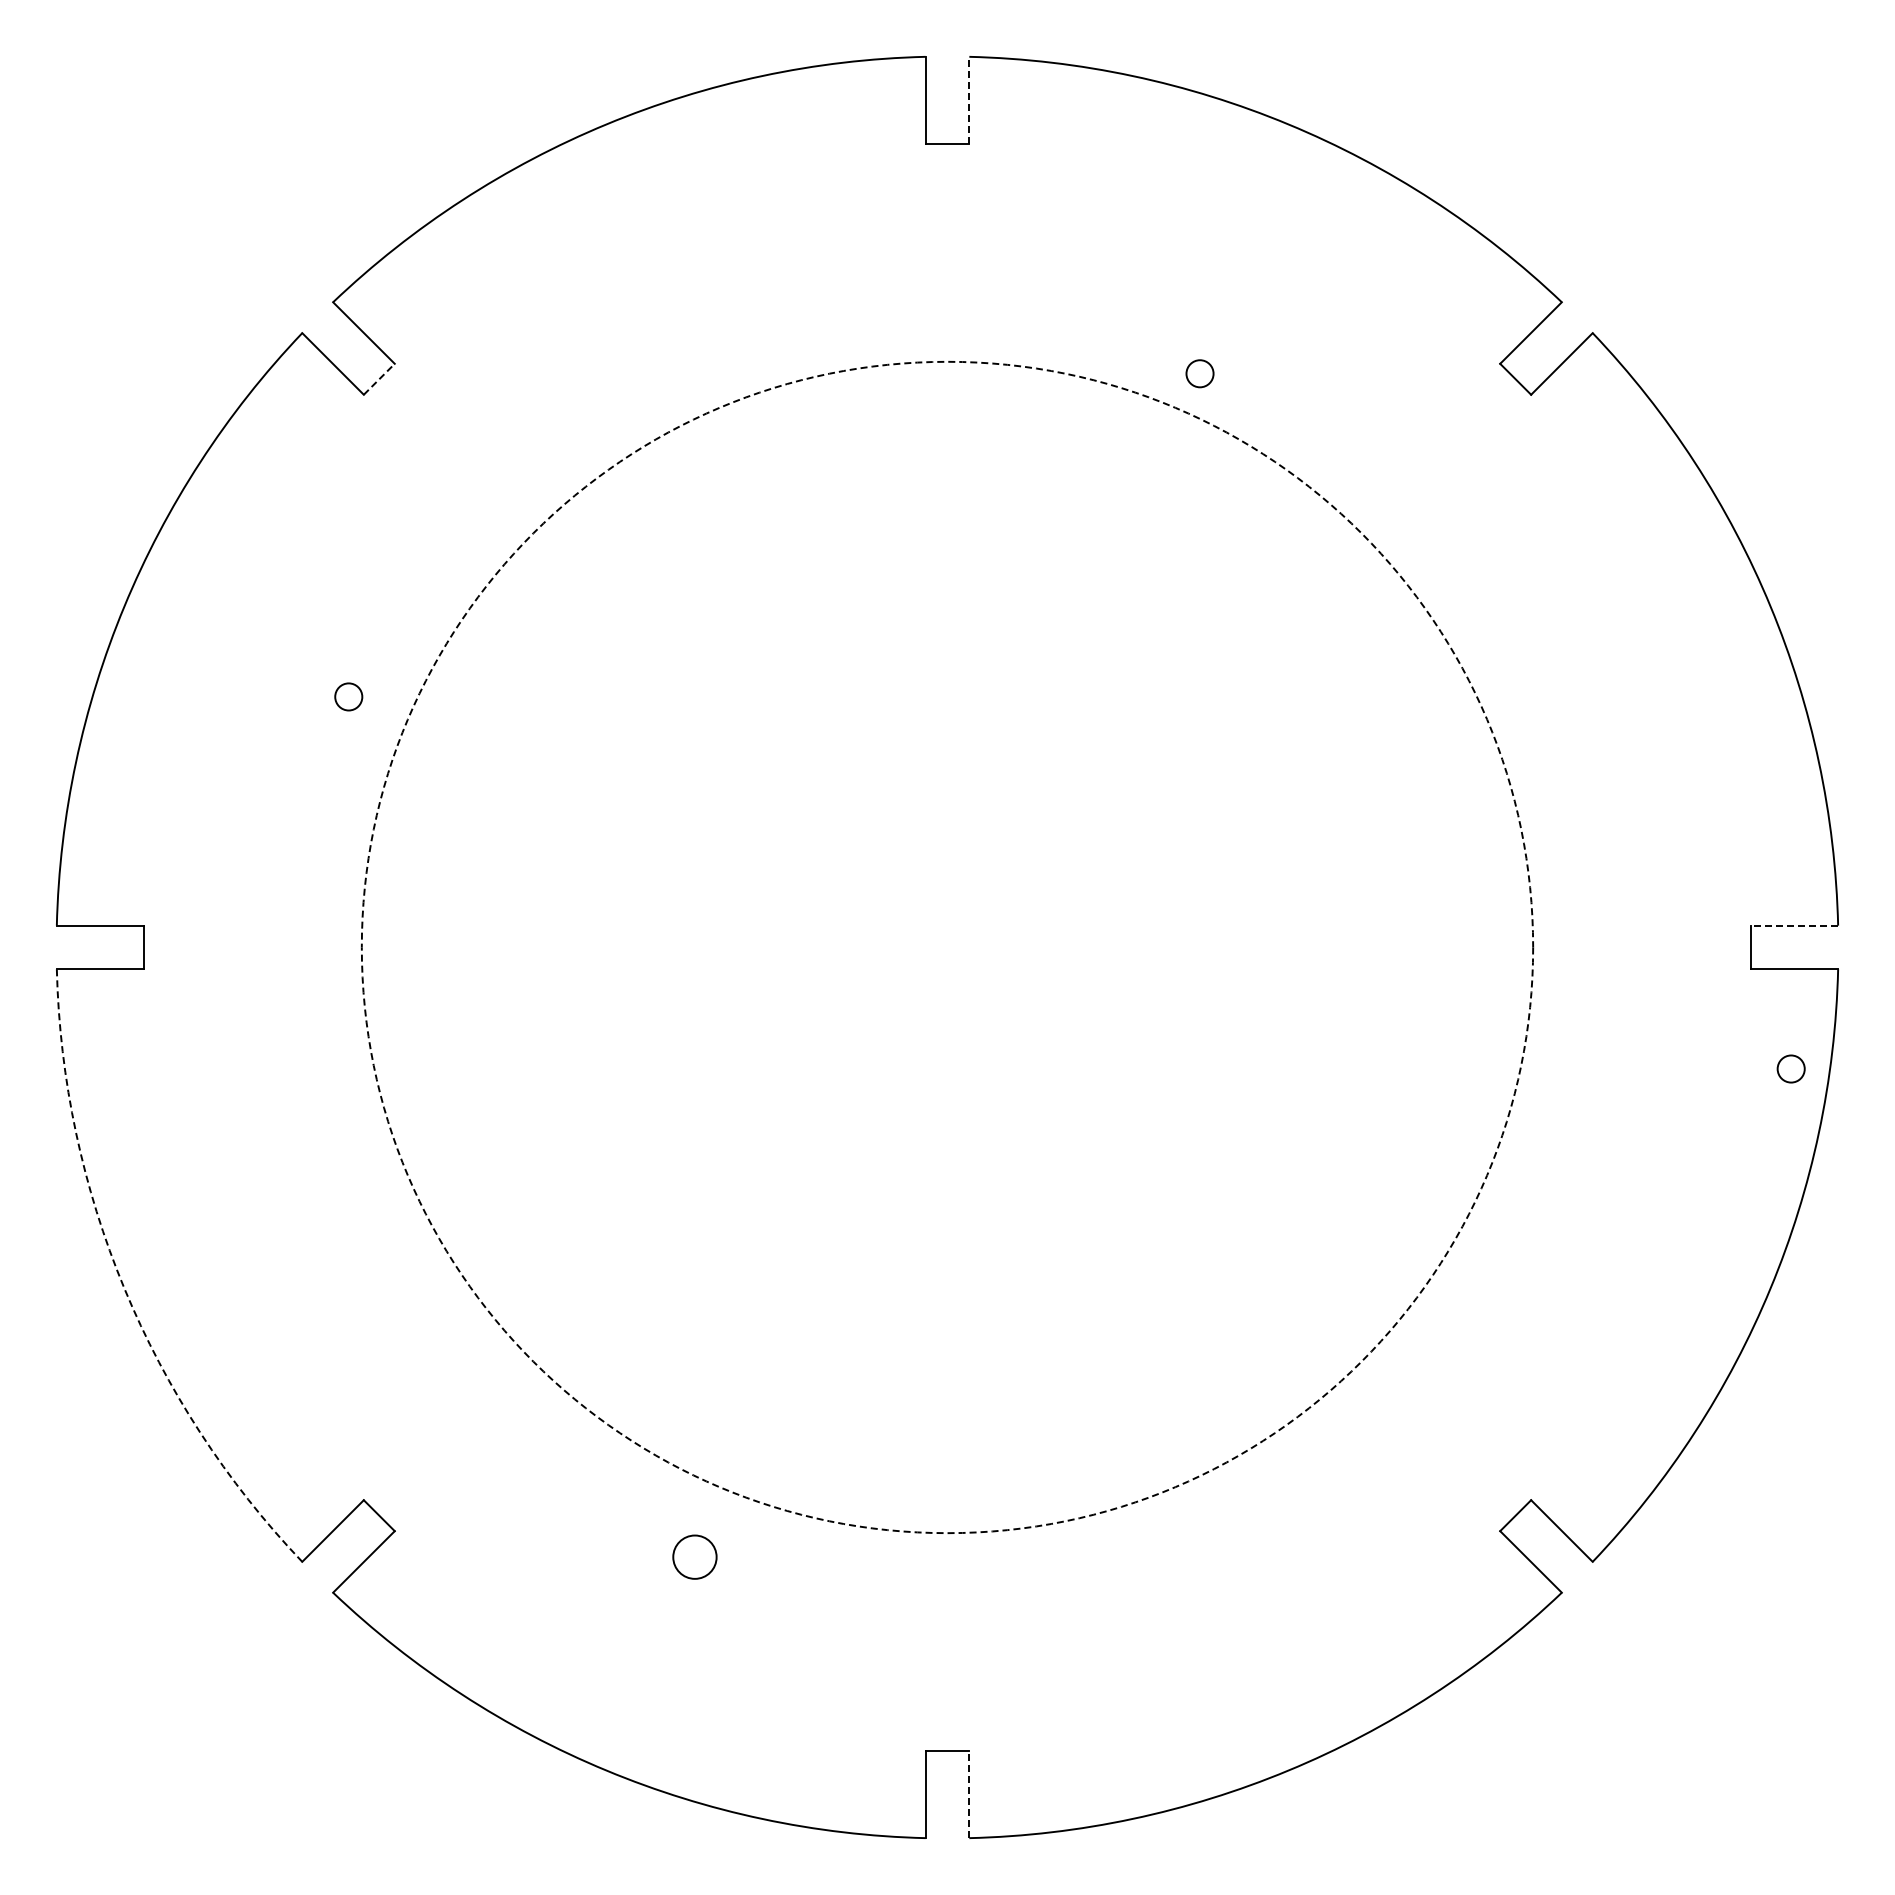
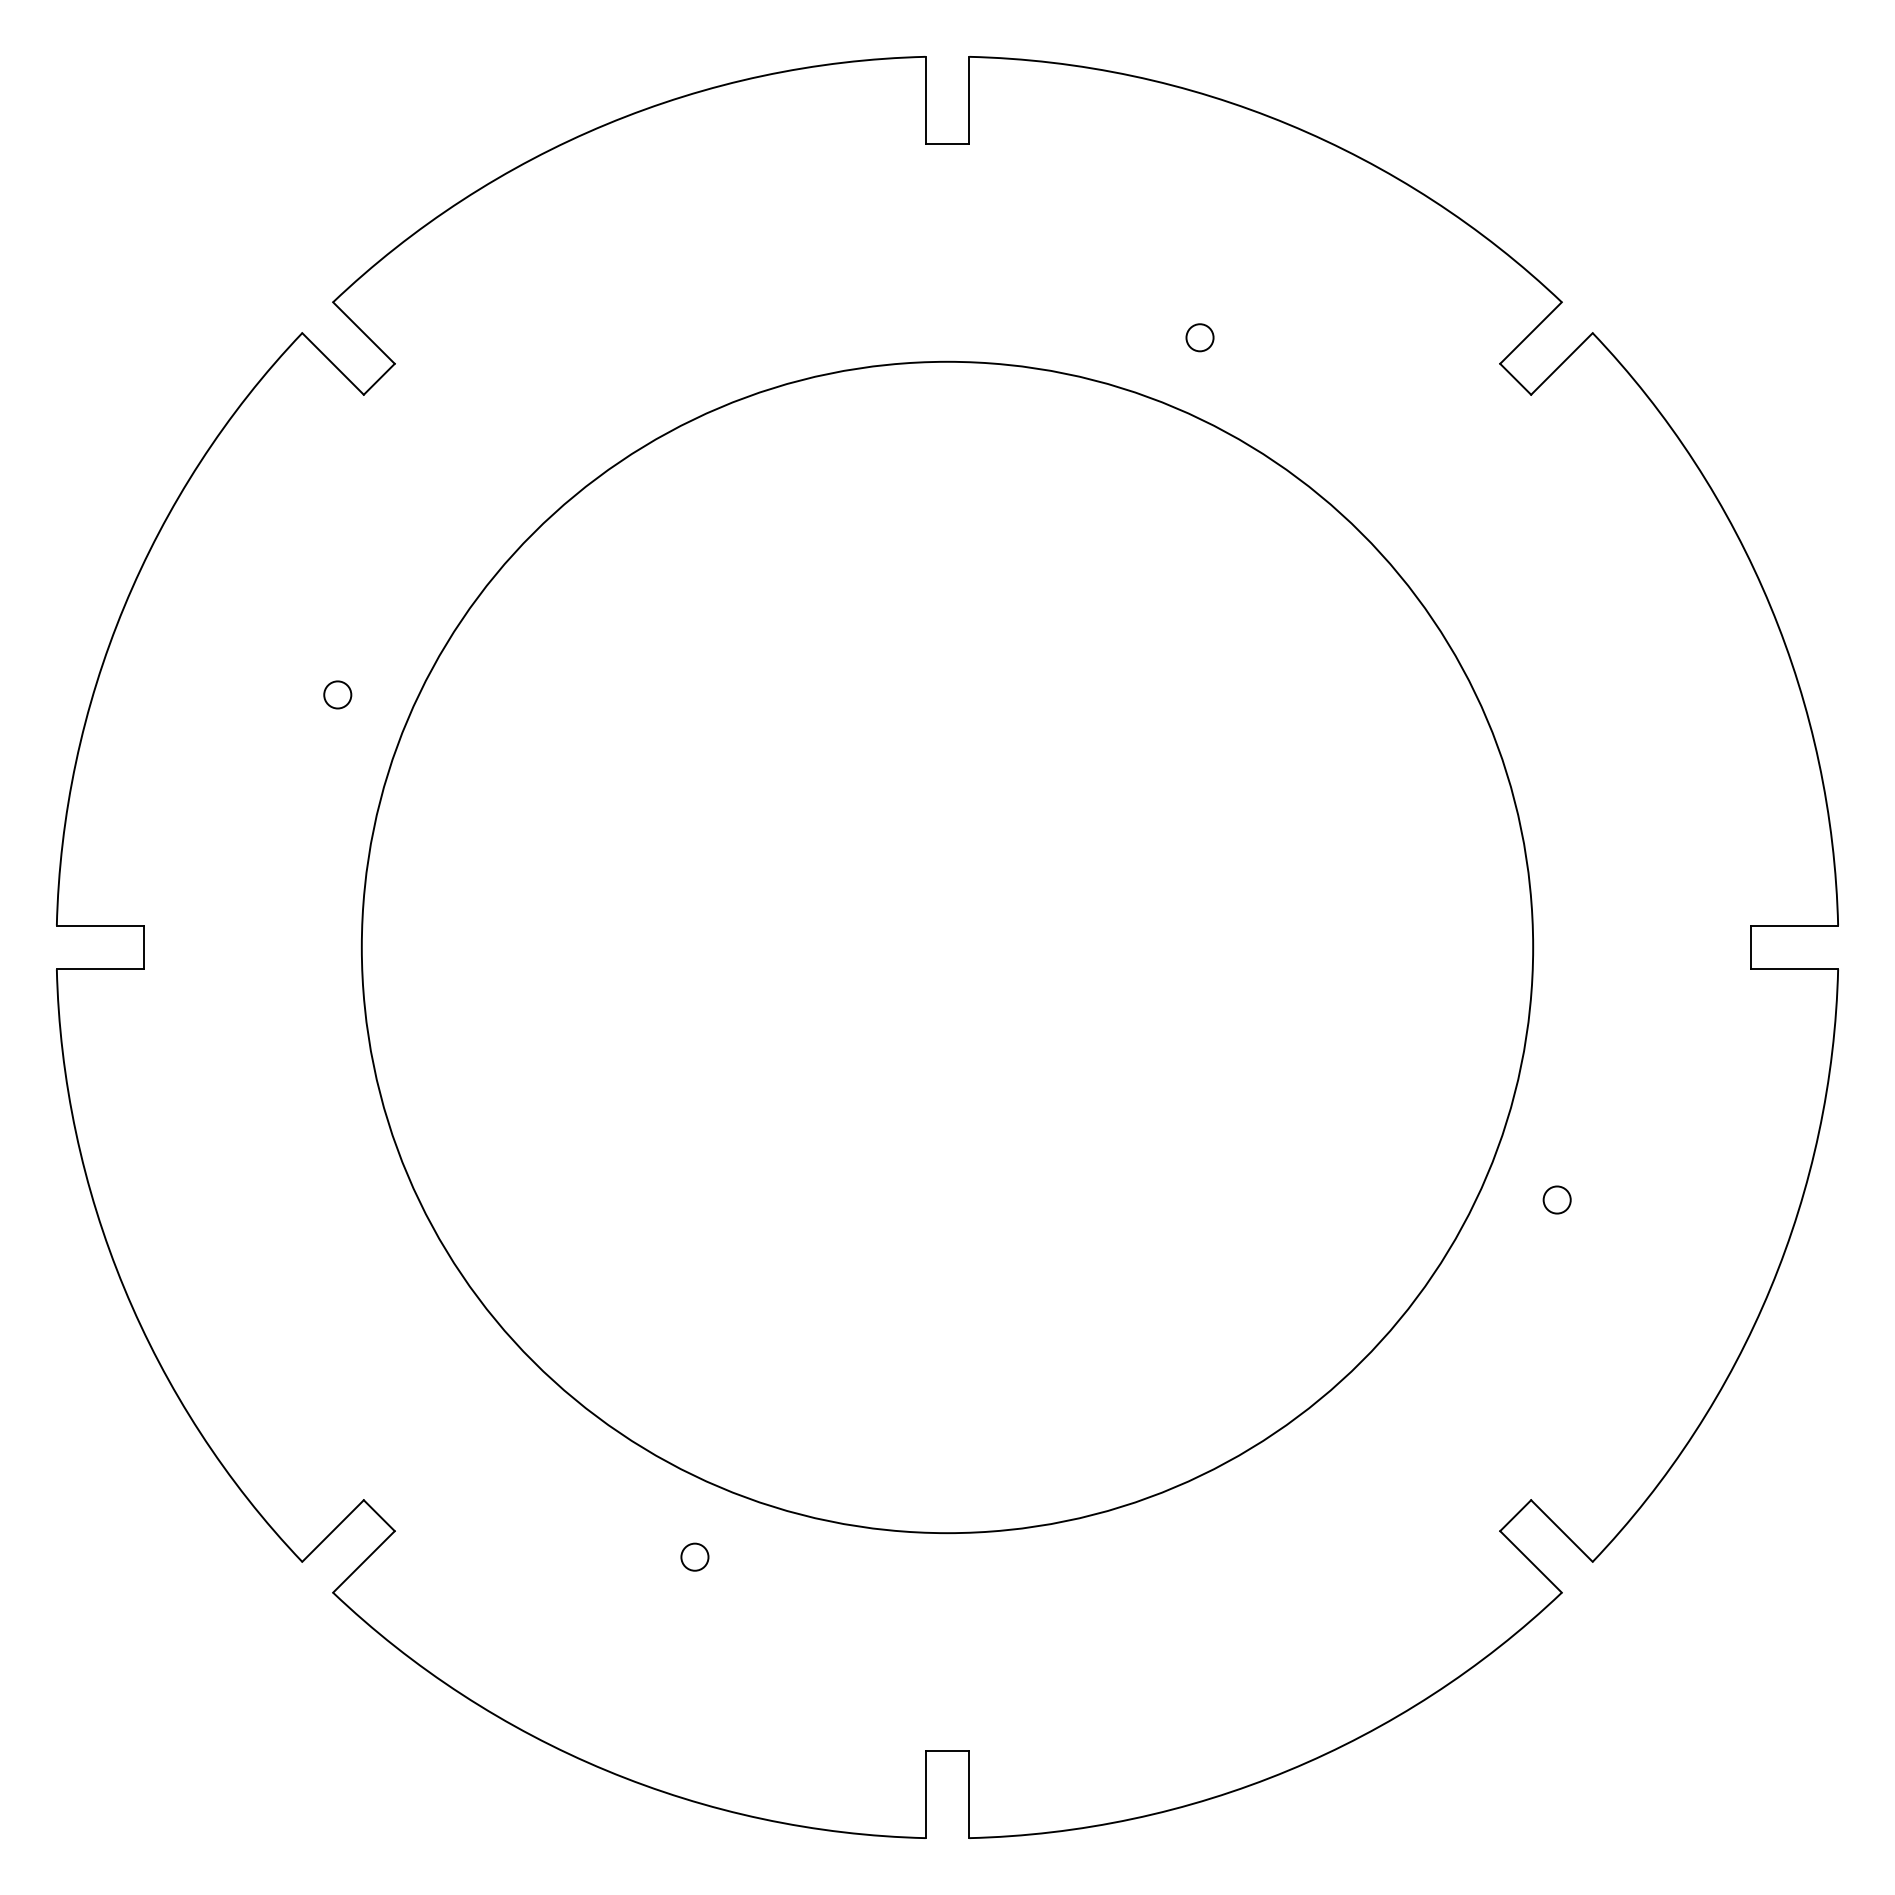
line at (969, 100): dashed -> solid
circle at (1199, 373) position: (1199, 373) -> (1199, 337)
line at (379, 379): dashed -> solid
circle at (348, 696) position: (348, 696) -> (337, 694)
line at (1794, 925): dashed -> solid
circle at (947, 947): dashed -> solid
circle at (1790, 1068) position: (1790, 1068) -> (1556, 1199)
arc at (124, 1288): dashed -> solid
circle at (694, 1556) diameter: 43 px -> 27 px
line at (969, 1794): dashed -> solid
